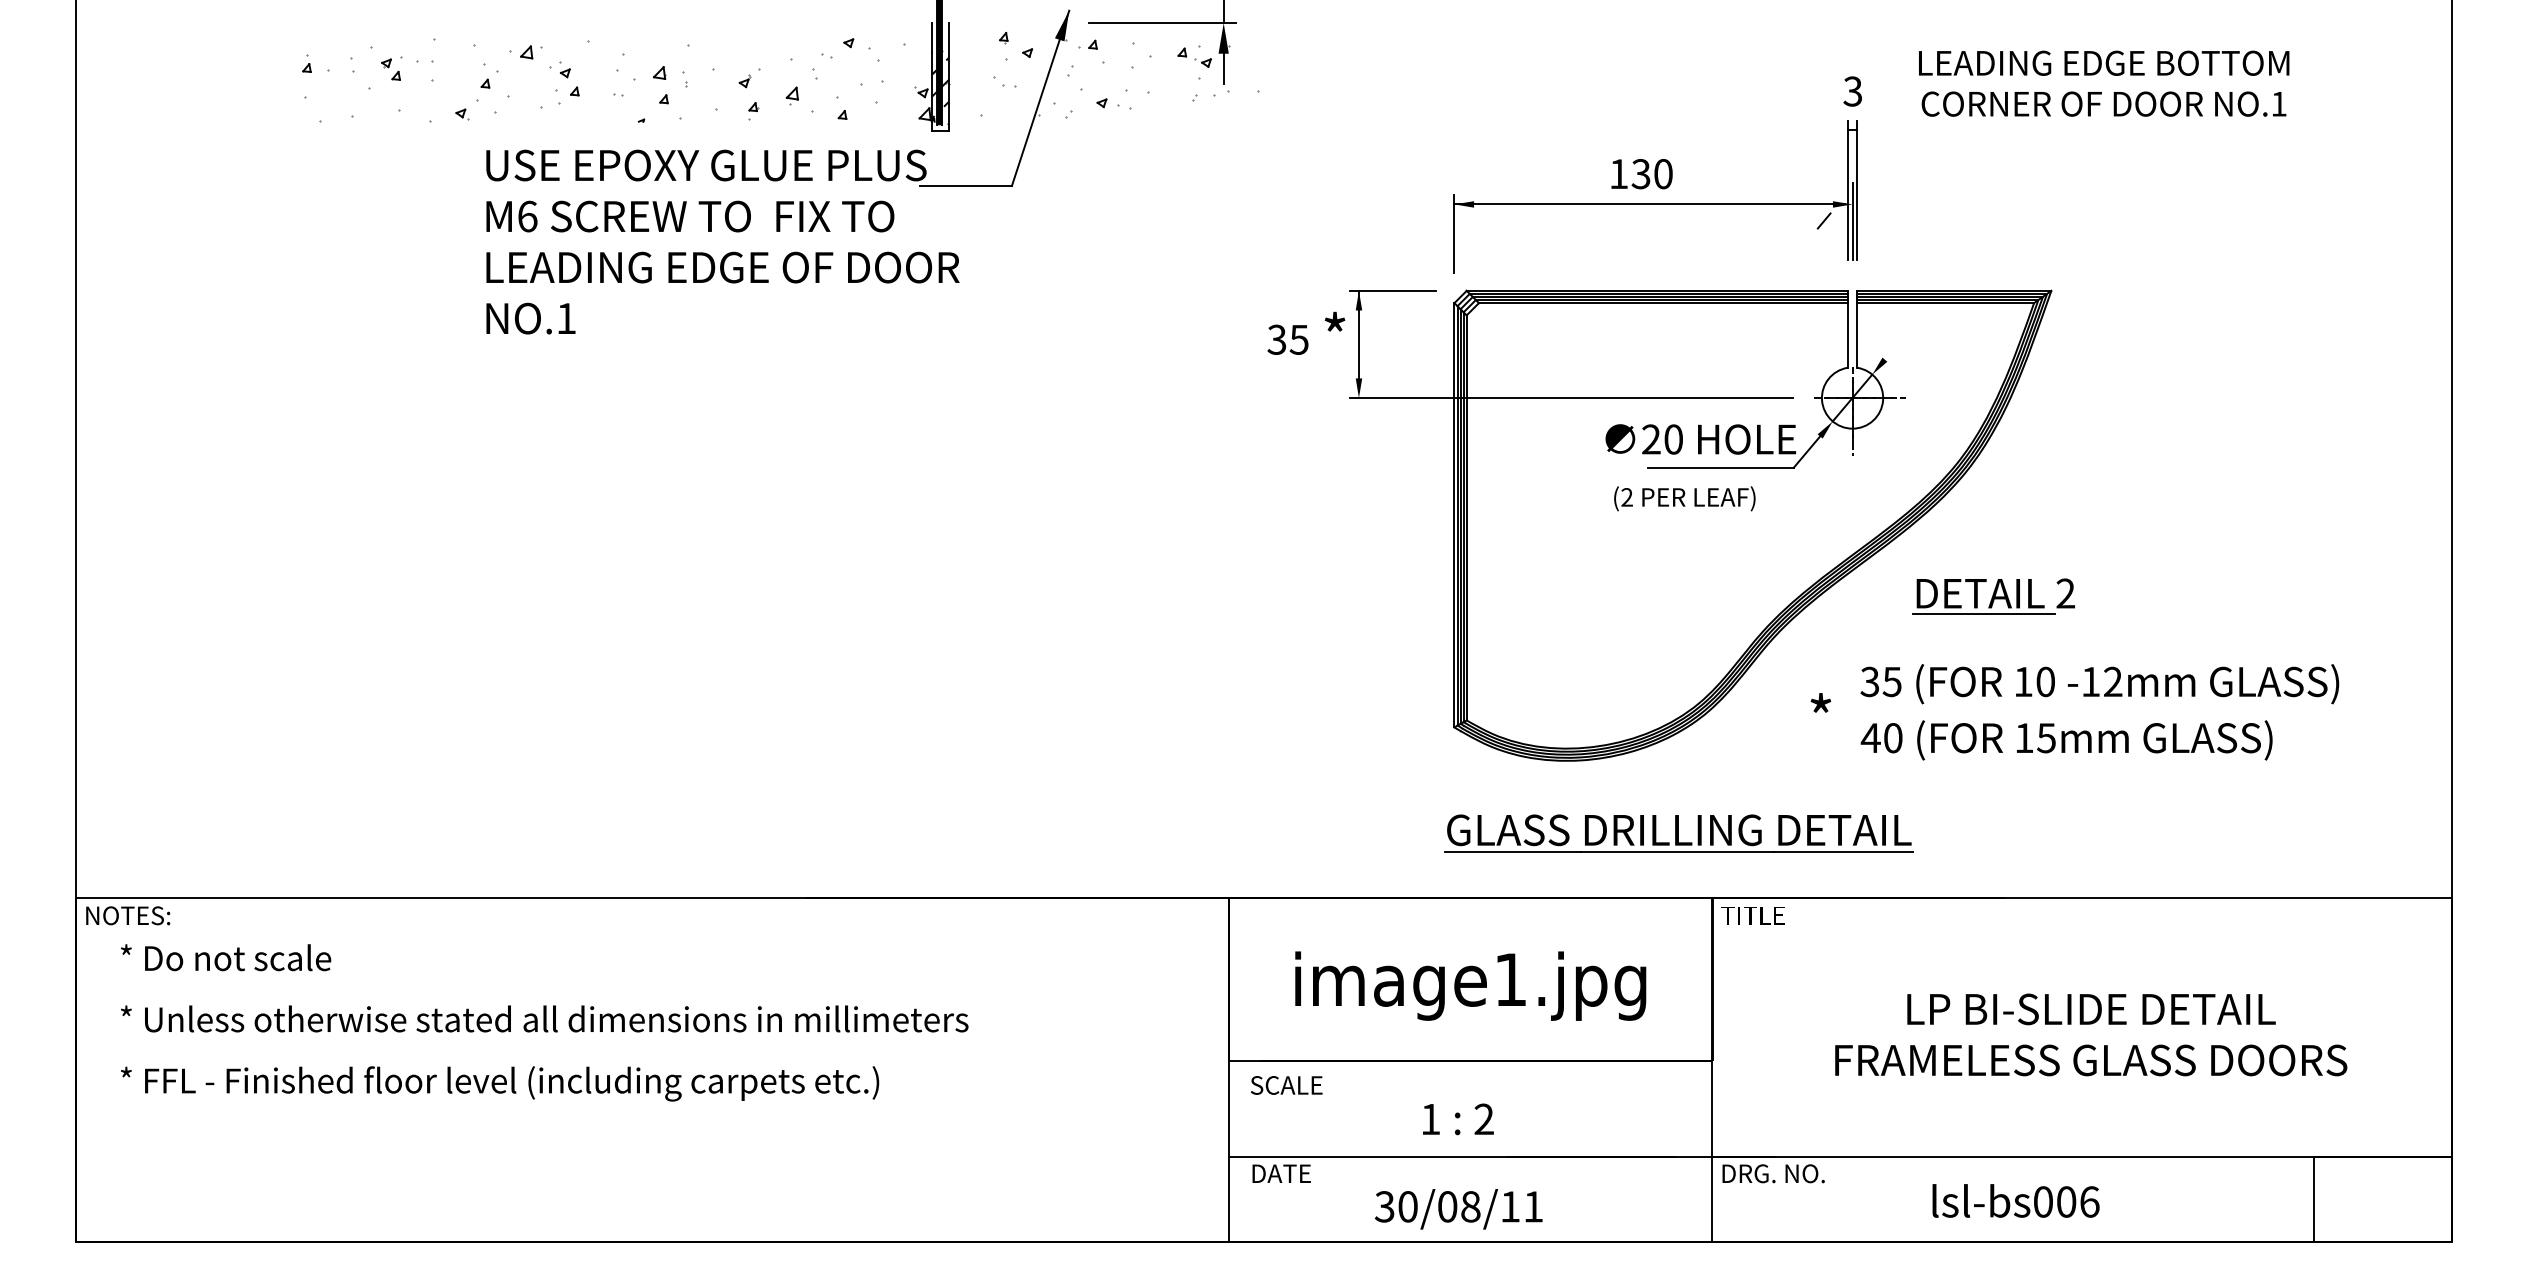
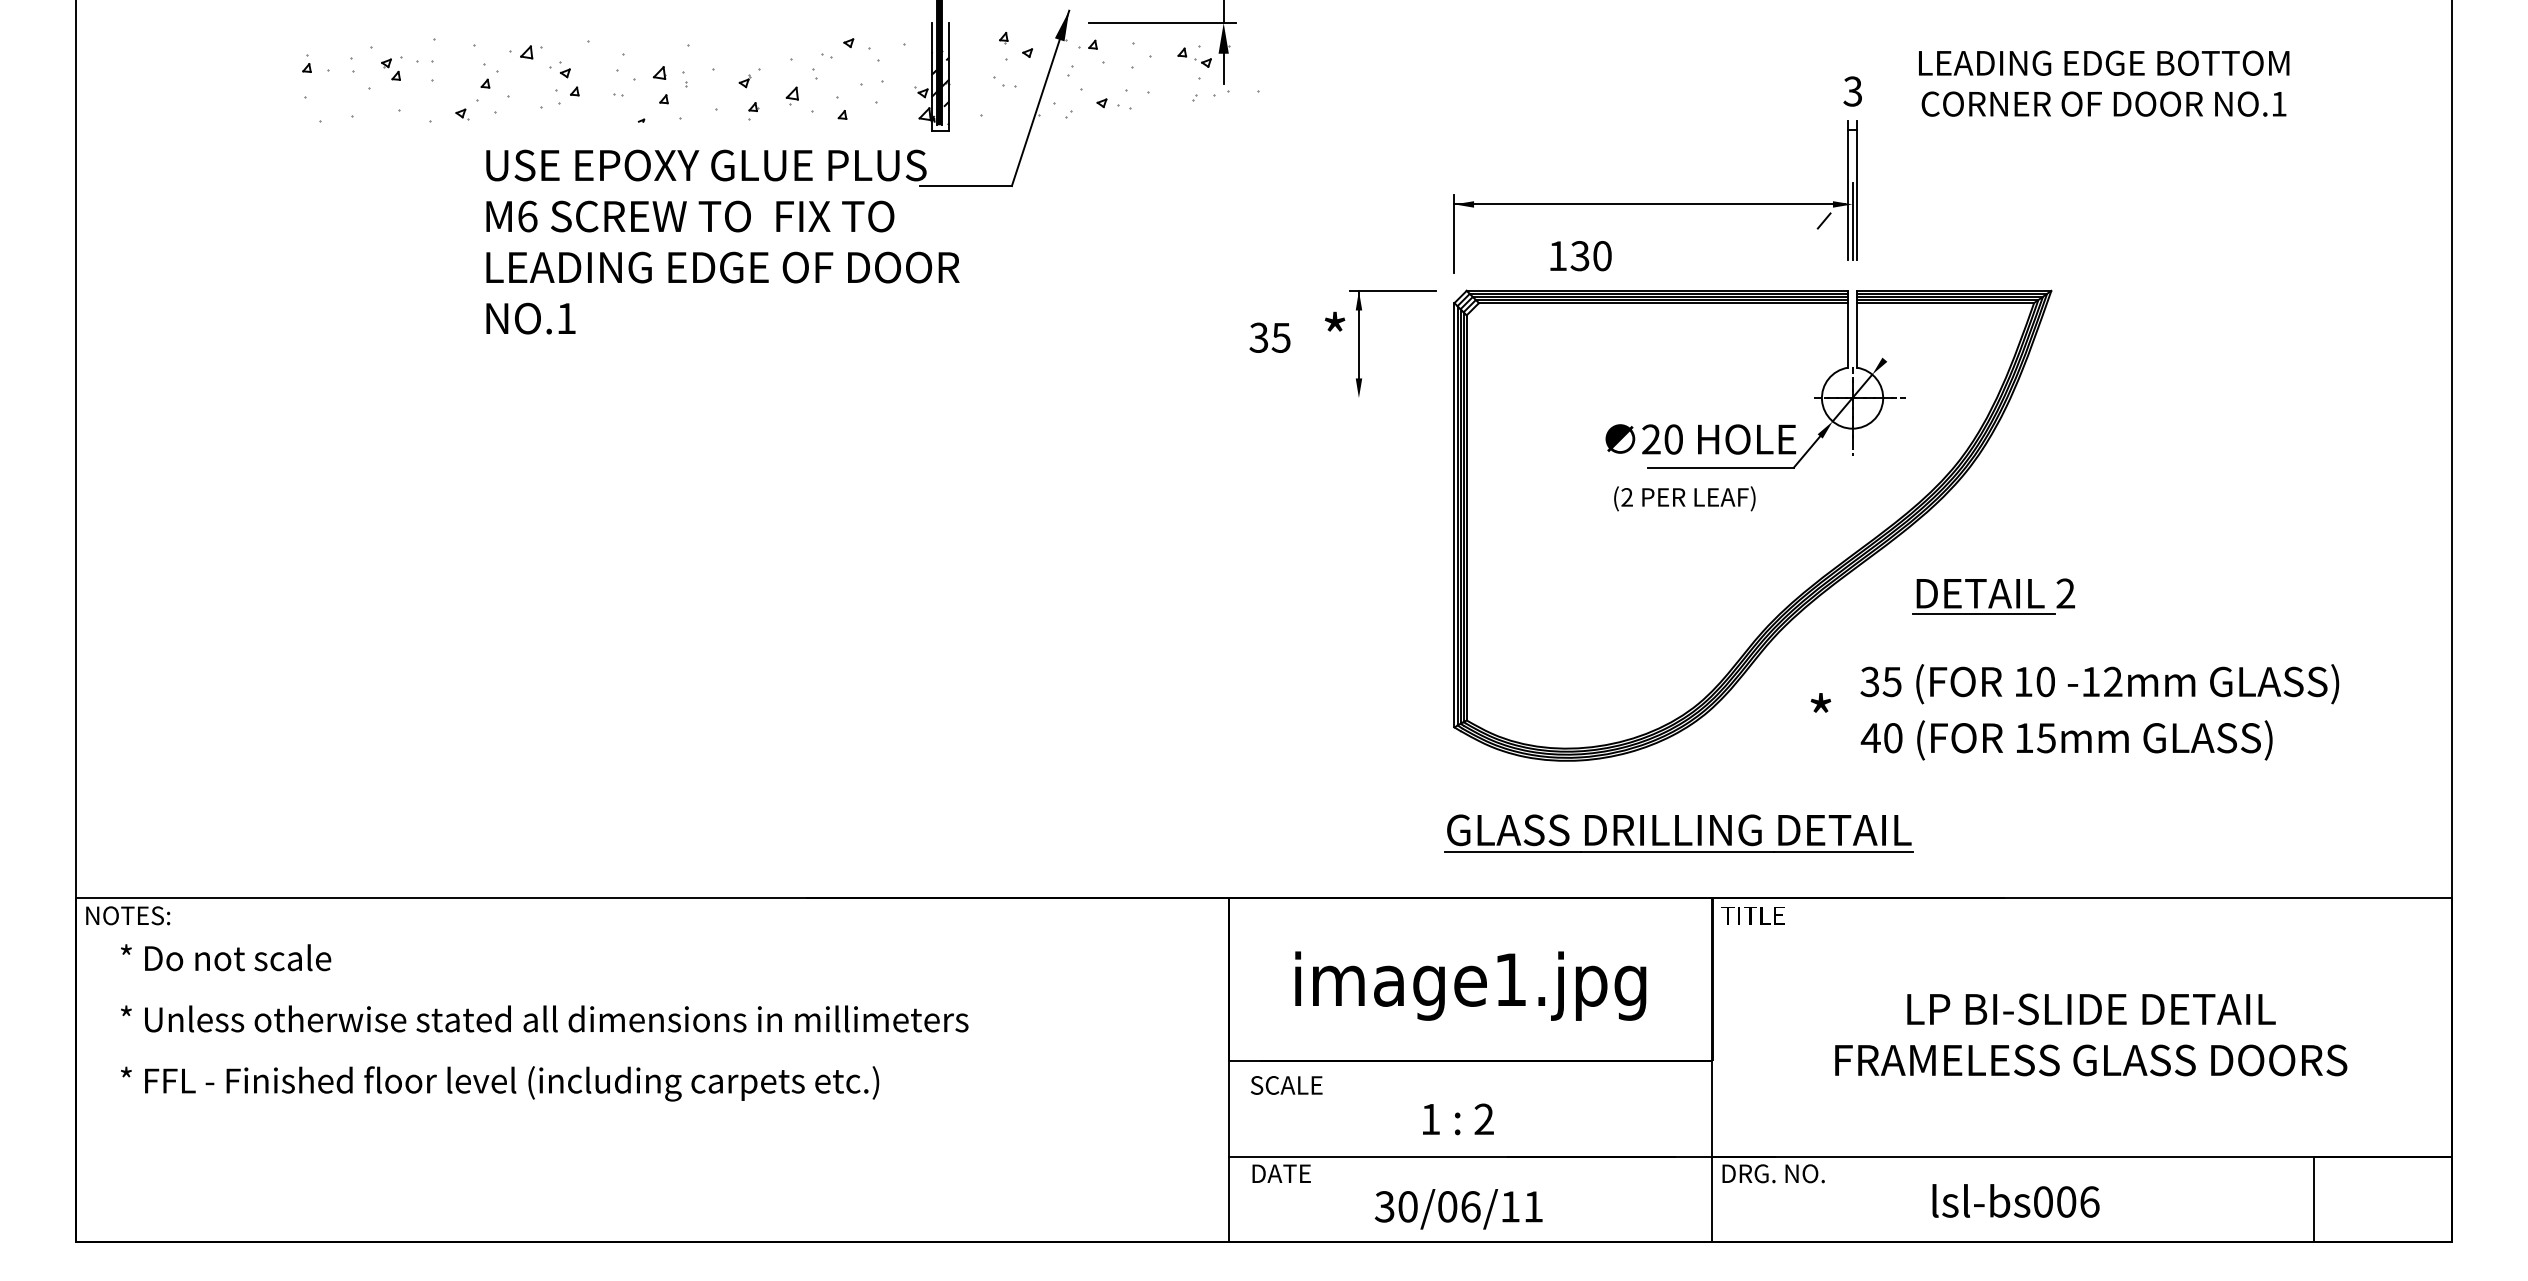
text at (1641, 174) position: (1641, 174) -> (1580, 256)
text at (1287, 339) position: (1287, 339) -> (1269, 337)
line at (1571, 398): present -> none
text at (1470, 1206): 30/08/11 -> 30/06/11
